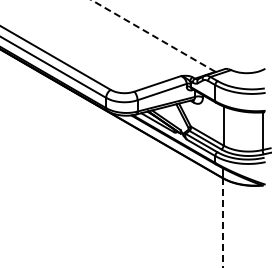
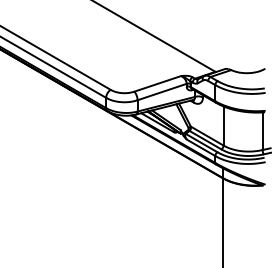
line at (153, 35): dashed -> solid
line at (222, 223): dashed -> solid
